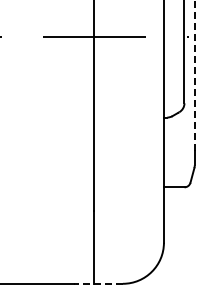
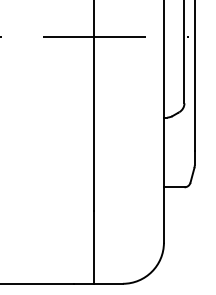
line at (194, 74): dashed -> solid
line at (98, 283): dashed -> solid
